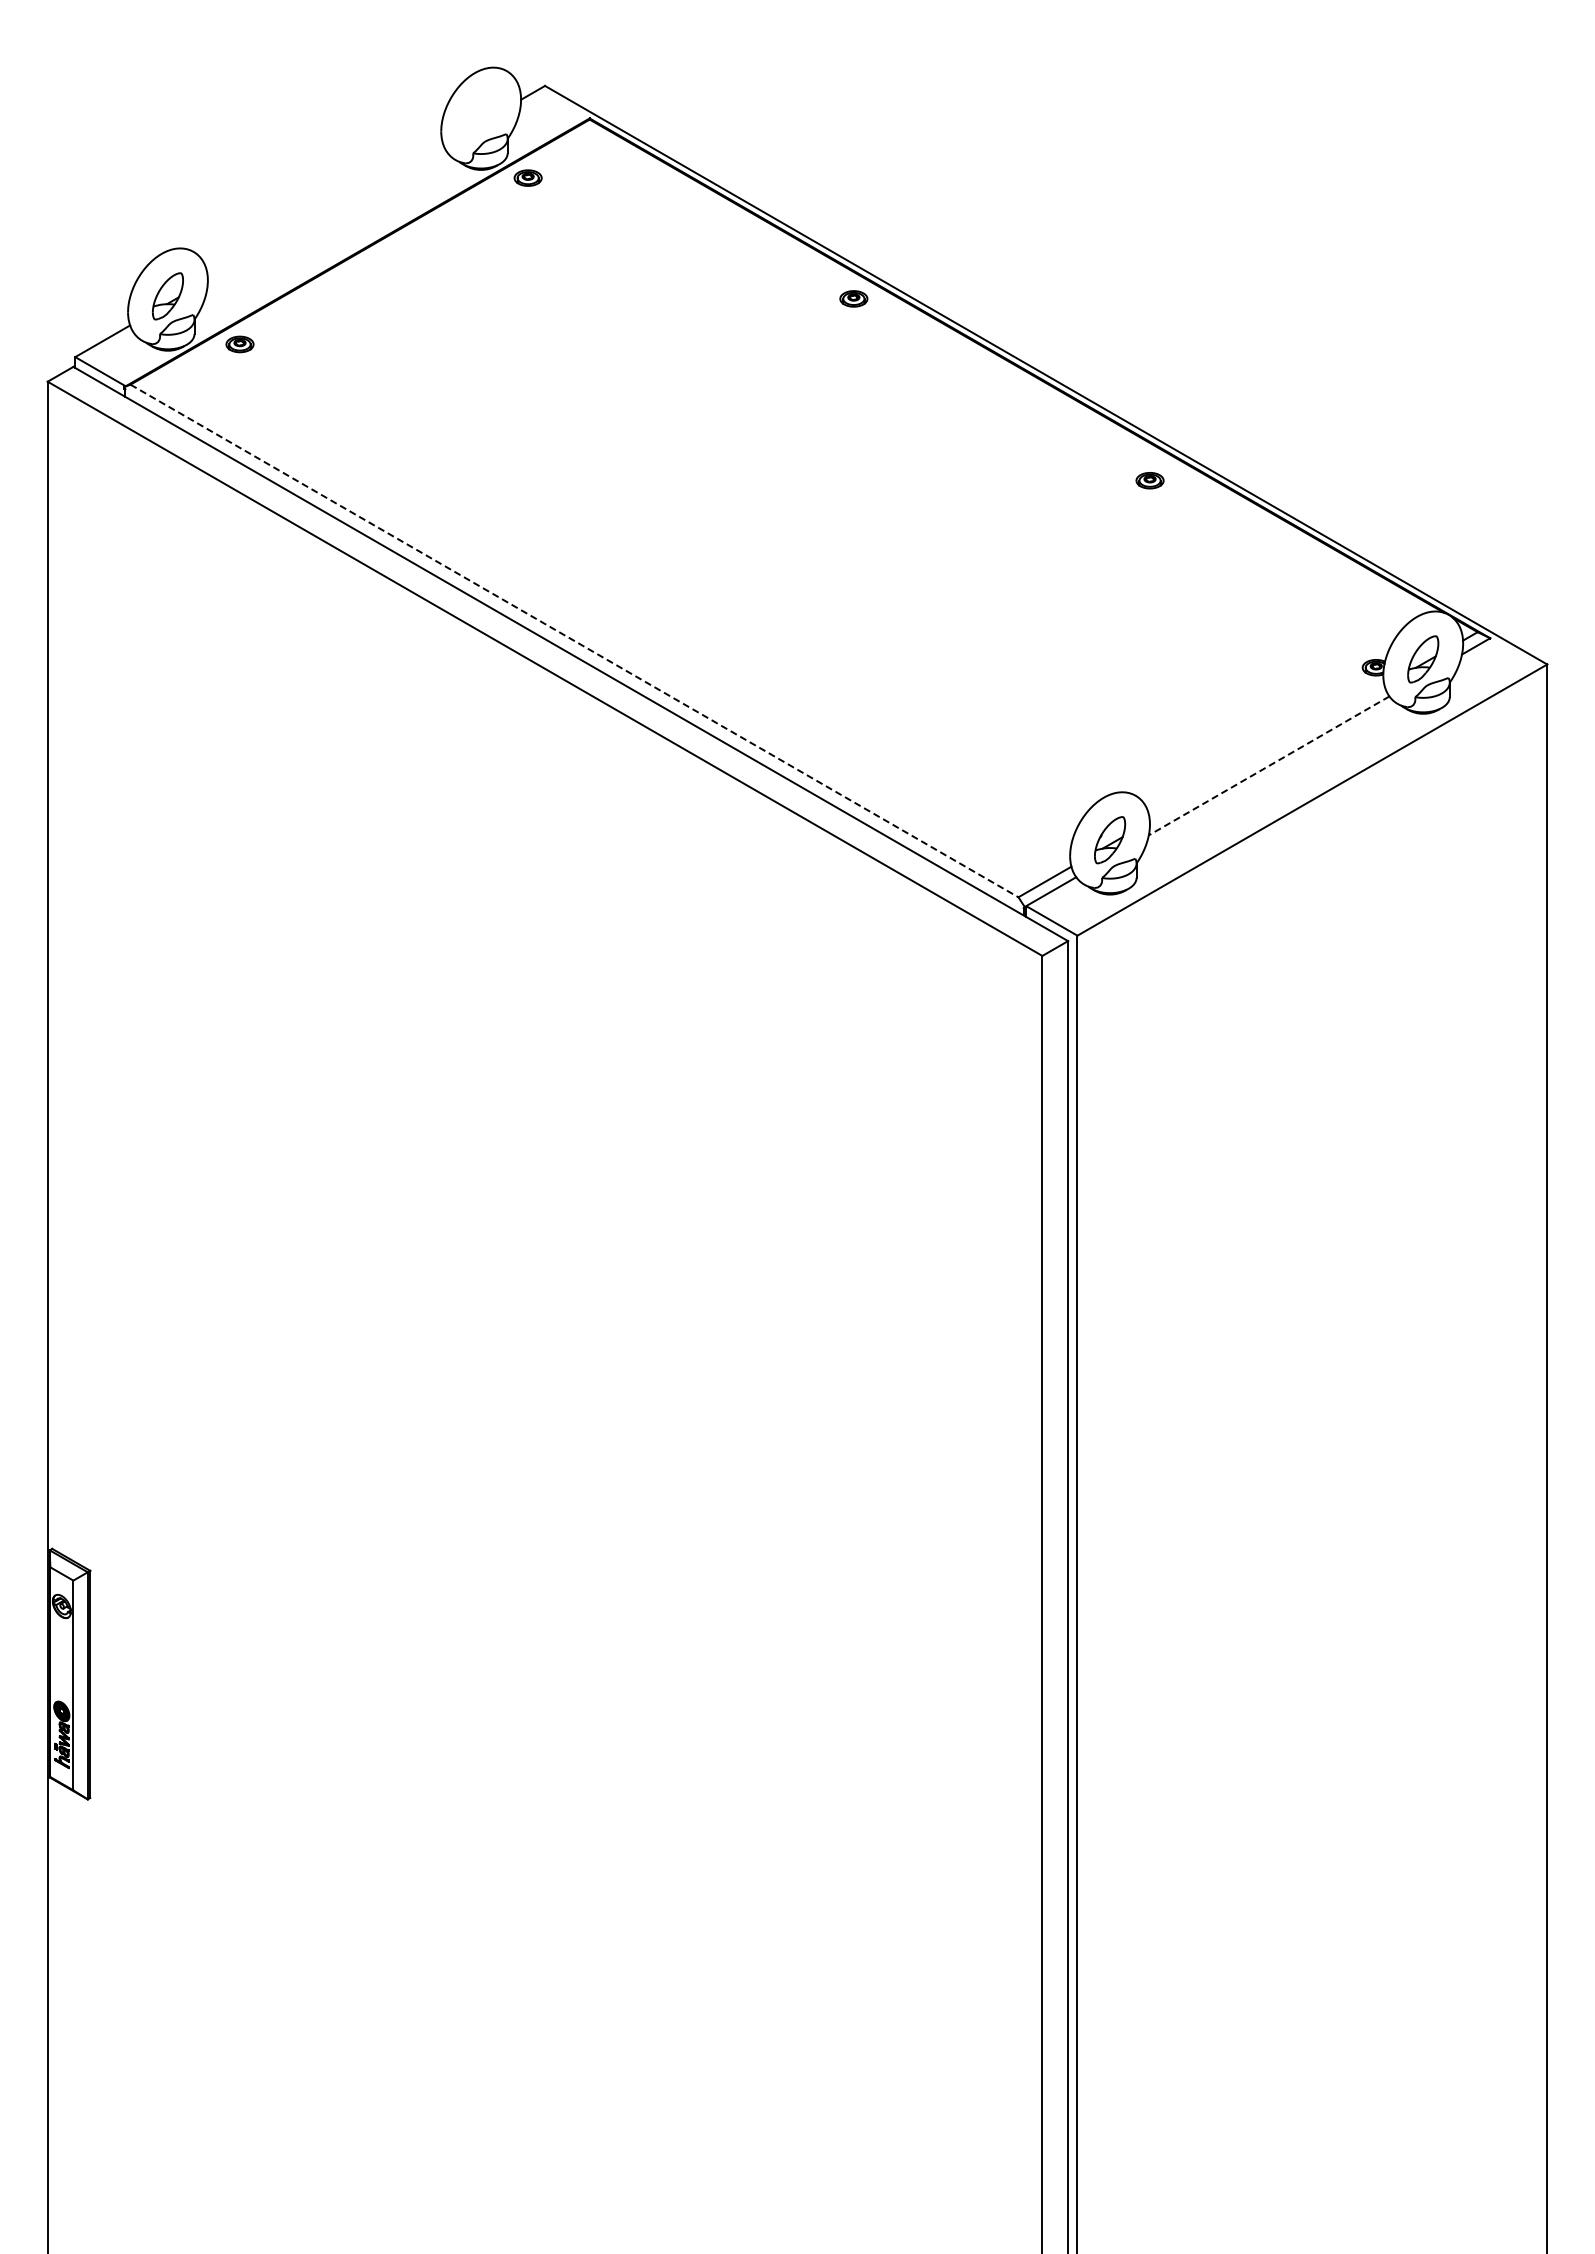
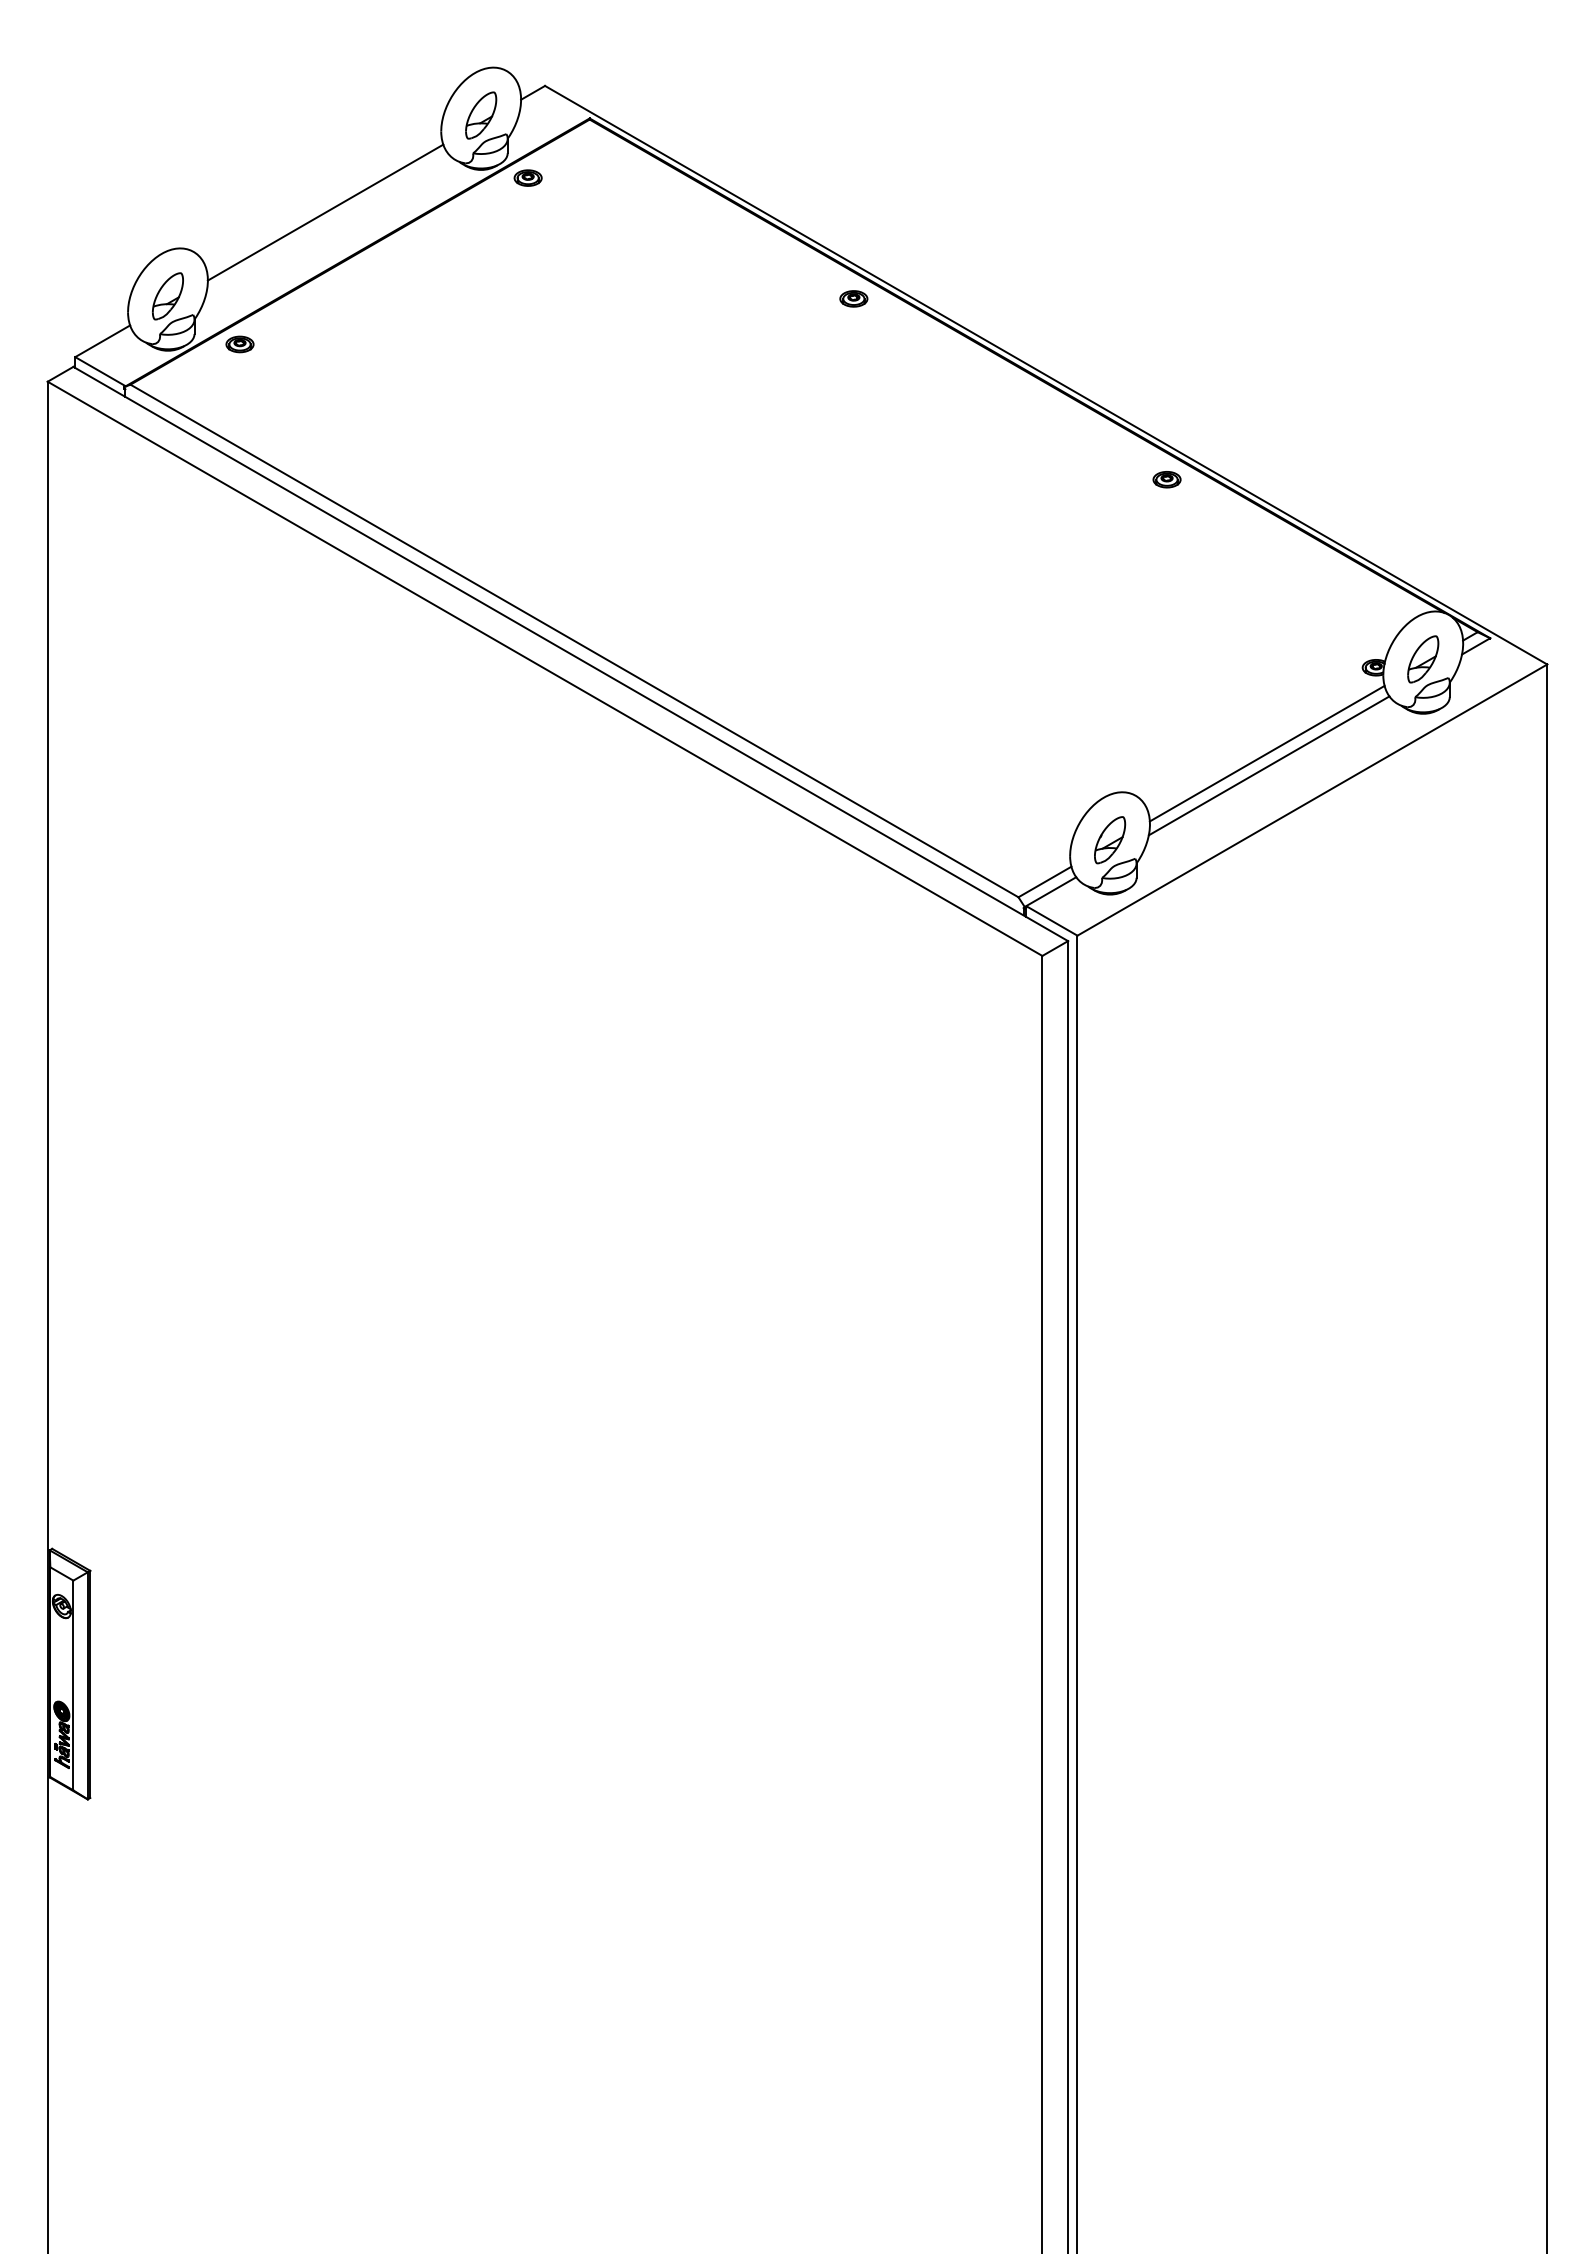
part at (481, 115): none -> present
line at (325, 212): none -> present
part at (1149, 480) position: (1149, 480) -> (1166, 479)
line at (574, 640): dashed -> solid
line at (1266, 753): none -> present
line at (1269, 765): dashed -> solid
